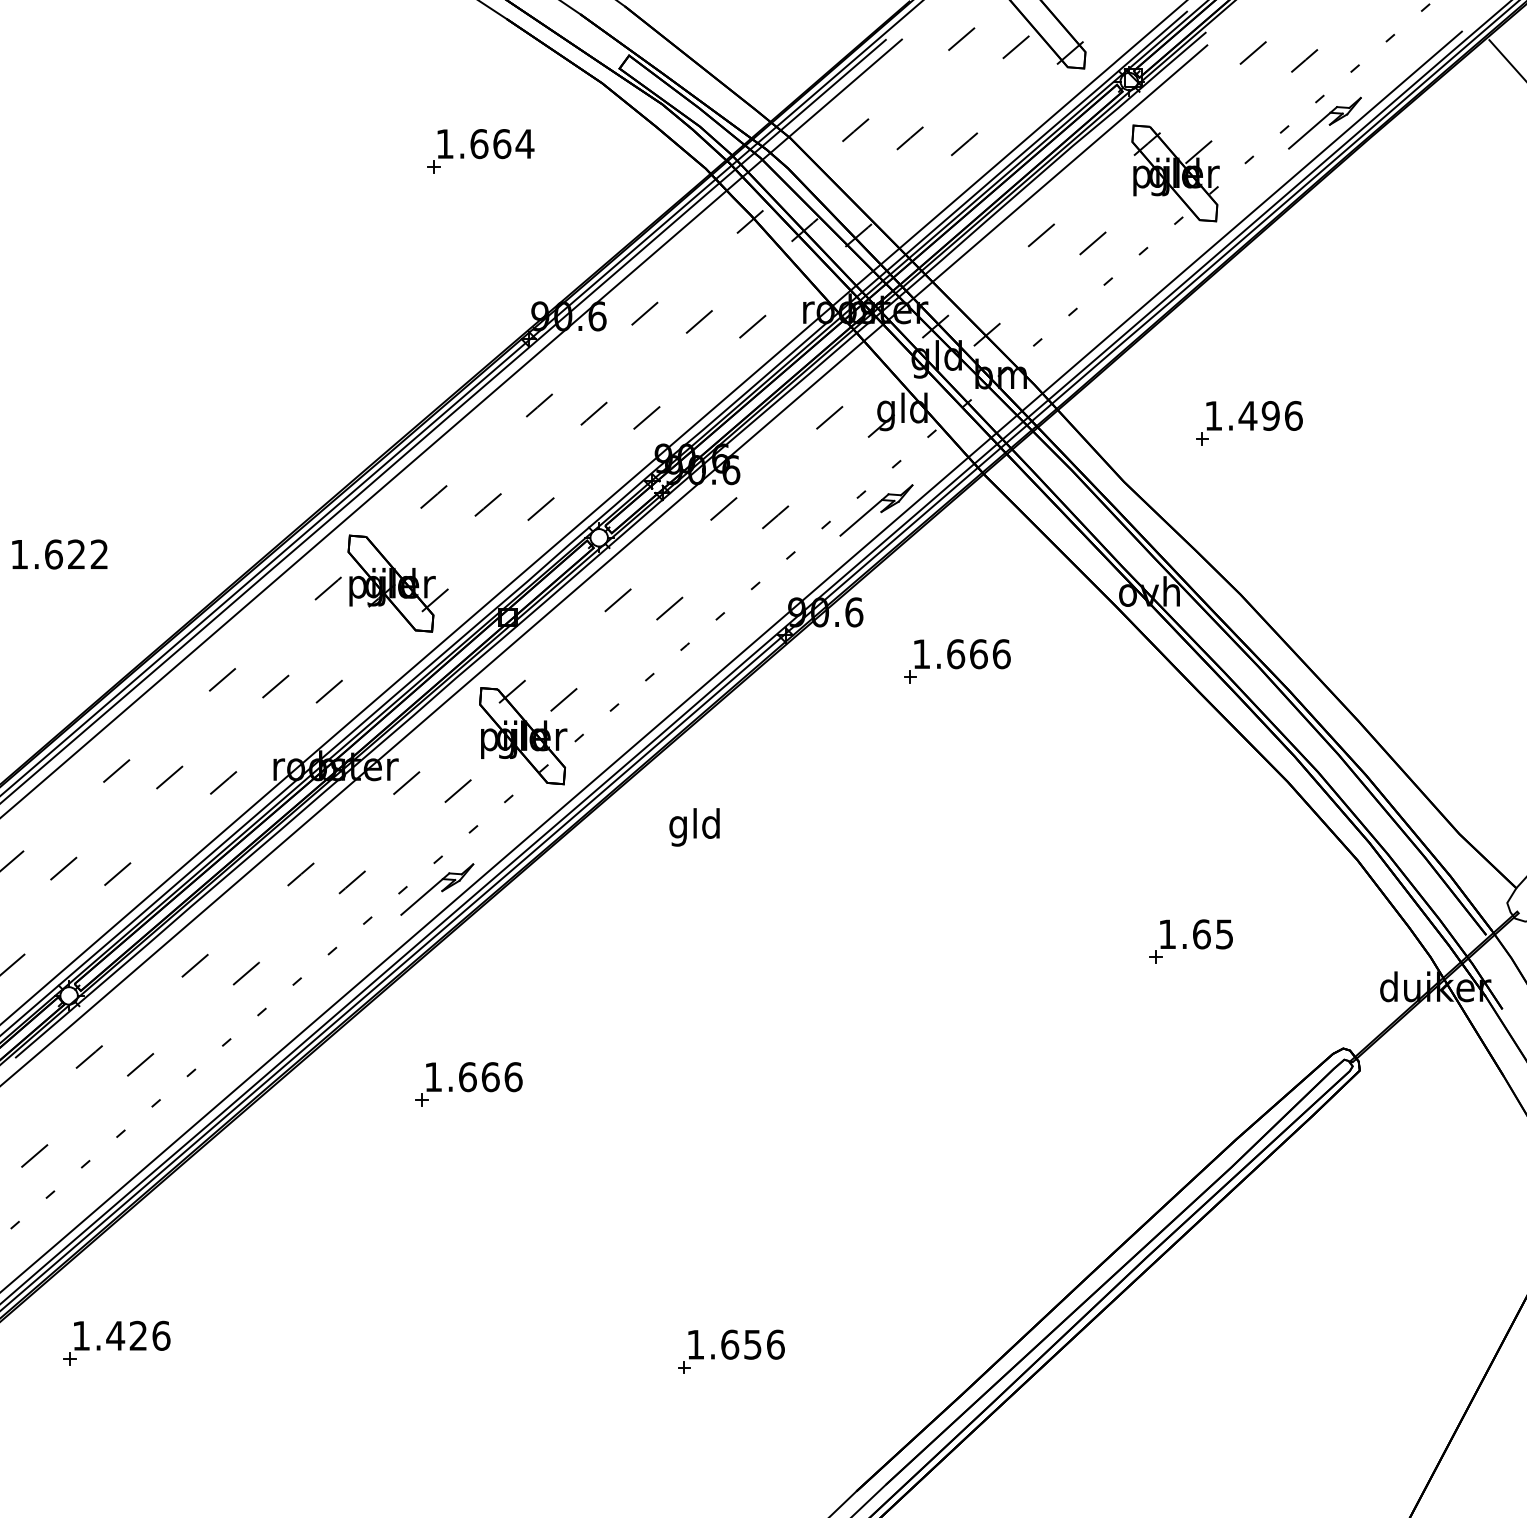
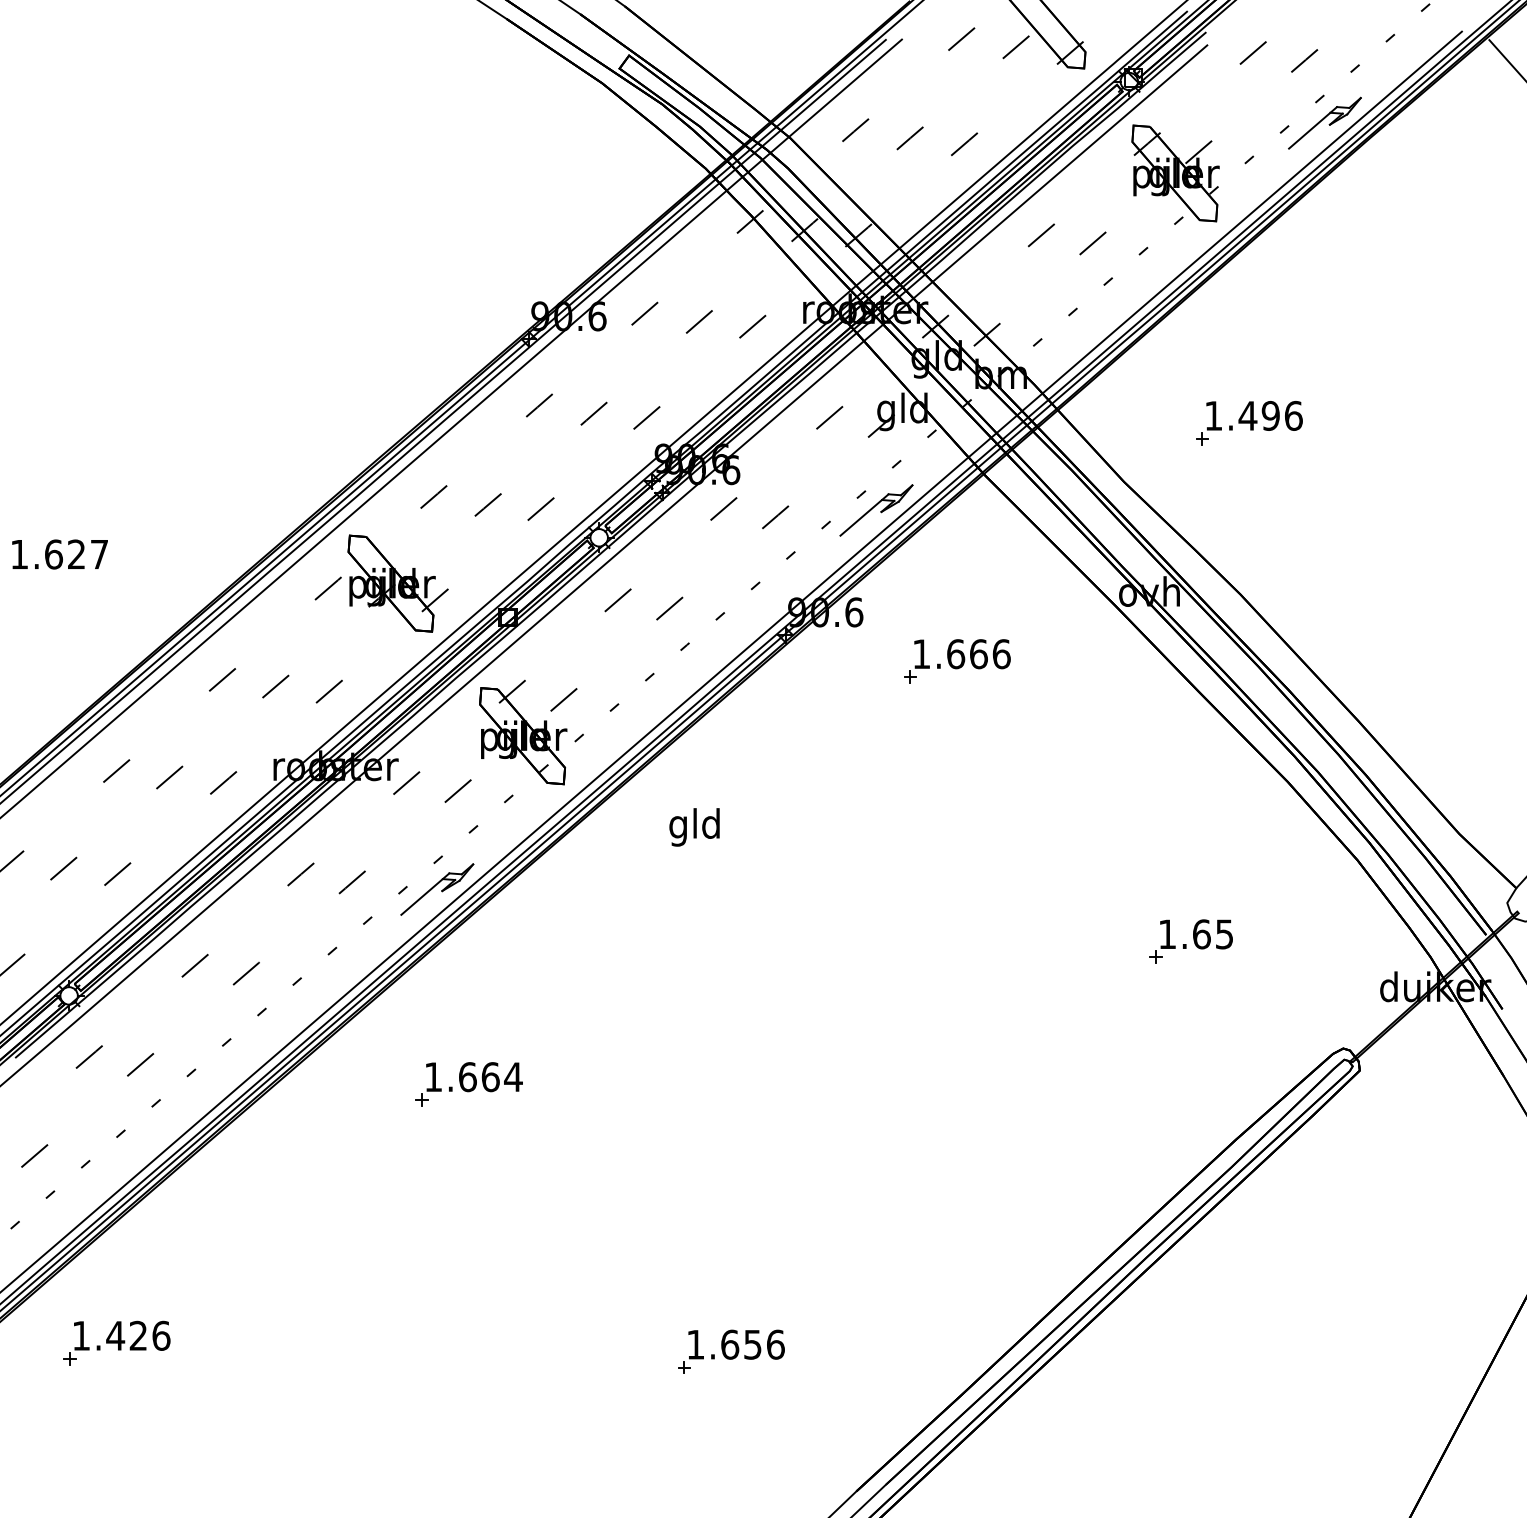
part at (480, 151): present -> none
text at (98, 553): 1.622 -> 1.627
text at (513, 1077): 1.666 -> 1.664
